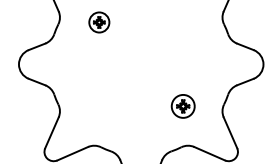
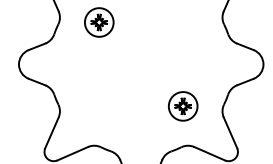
part at (99, 22) size: 23x23 px -> 31x31 px
part at (182, 106) size: 26x25 px -> 31x31 px
